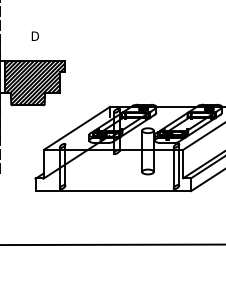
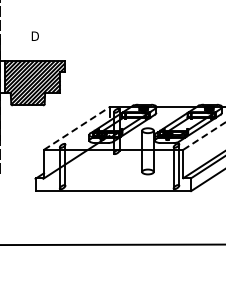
line at (77, 128): solid -> dashed
line at (205, 135): solid -> dashed
